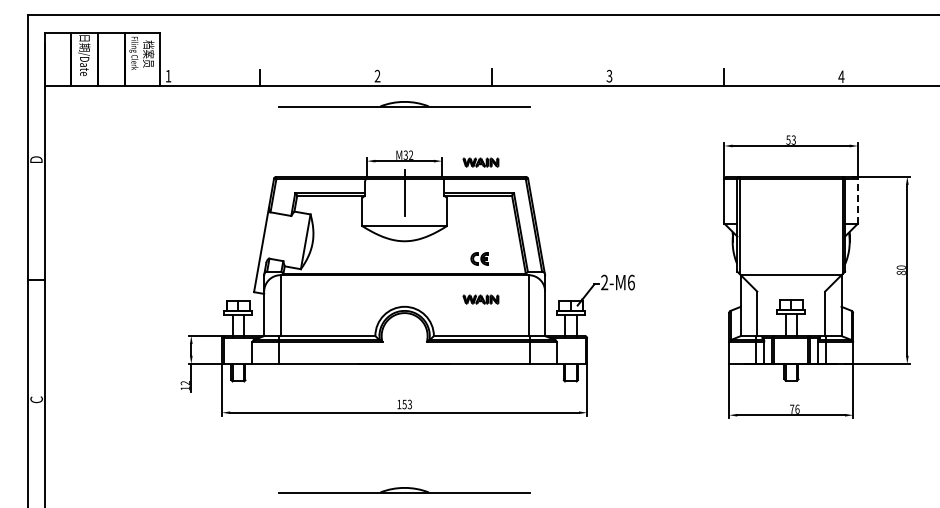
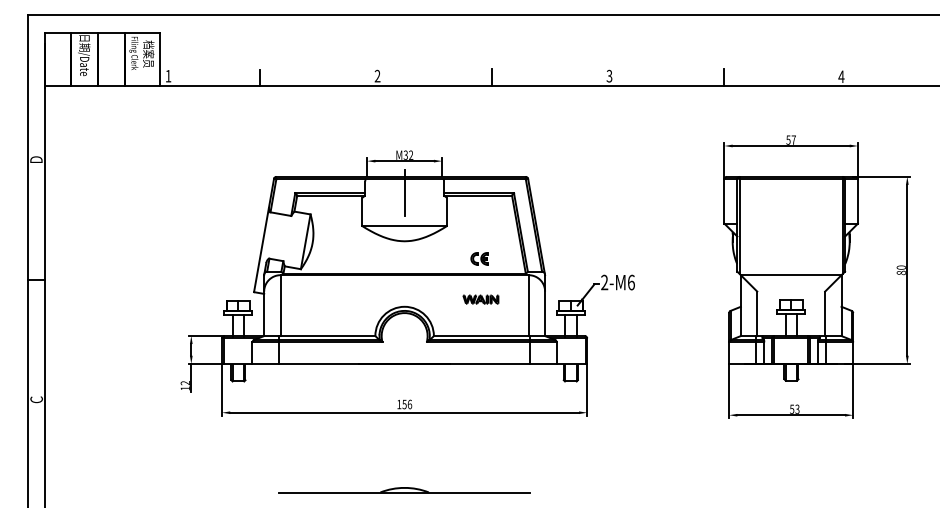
part at (404, 104): present -> none
text at (793, 139): 53 -> 57
part at (480, 162): present -> none
line at (857, 200): dashed -> solid
text at (409, 404): 153 -> 156
text at (794, 408): 76 -> 53
